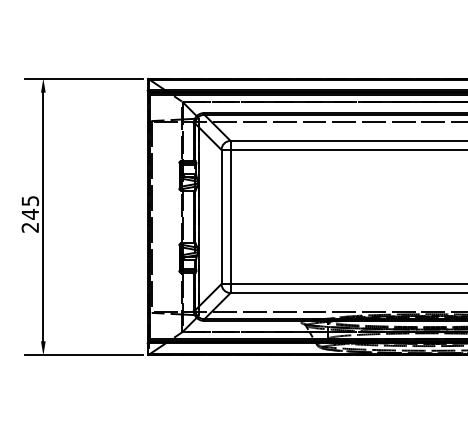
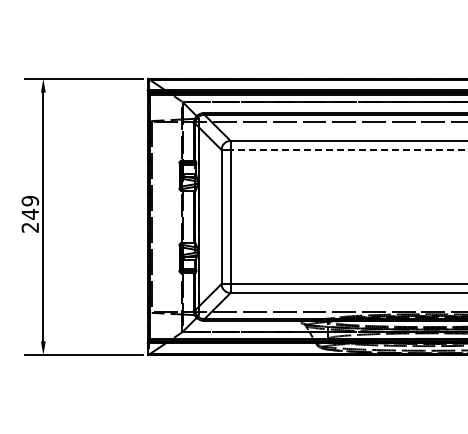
line at (348, 149): solid -> dashed
text at (29, 200): 245 -> 249
